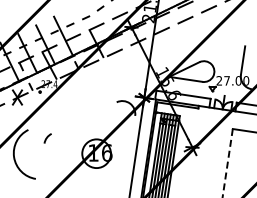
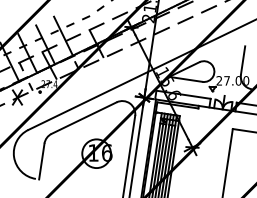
line at (140, 74): none -> present
line at (83, 117): none -> present
line at (129, 154): none -> present
line at (41, 161): none -> present
line at (227, 163): dashed -> solid
